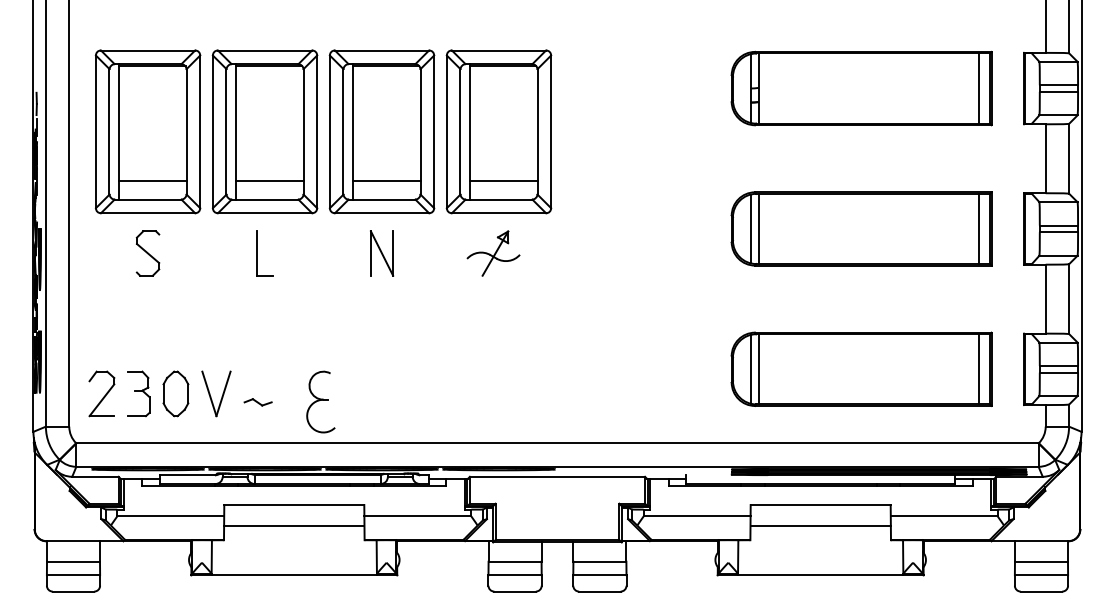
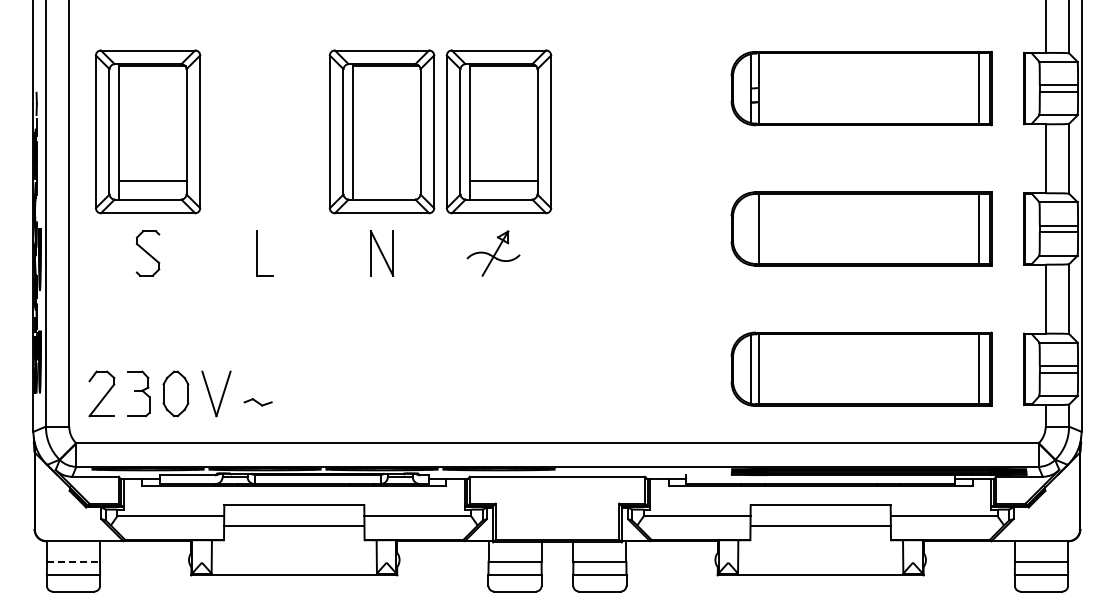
part at (264, 131): present -> none
line at (386, 181): present -> none
line at (750, 228): present -> none
part at (320, 401): present -> none
line at (74, 561): solid -> dashed
